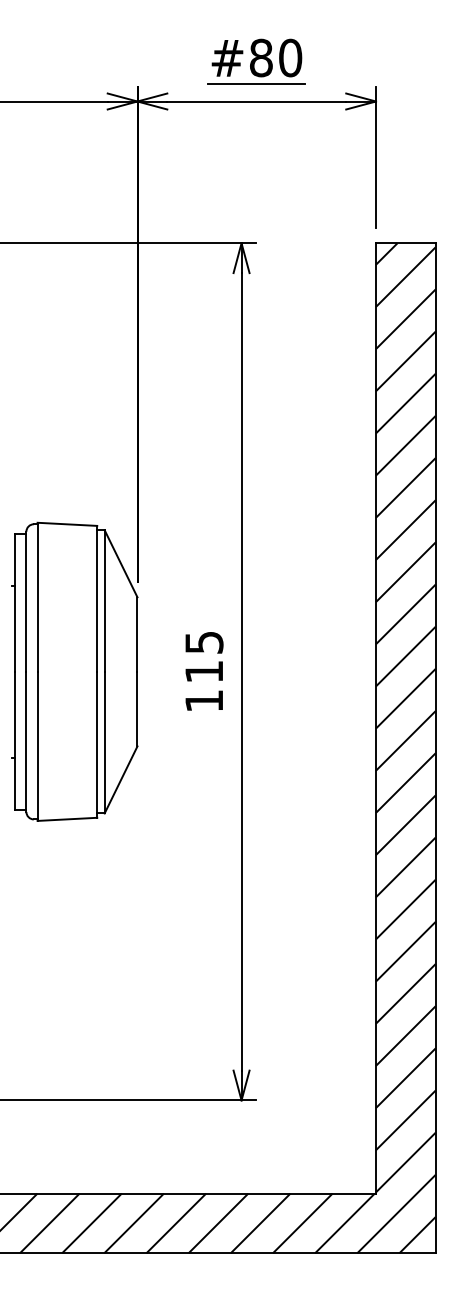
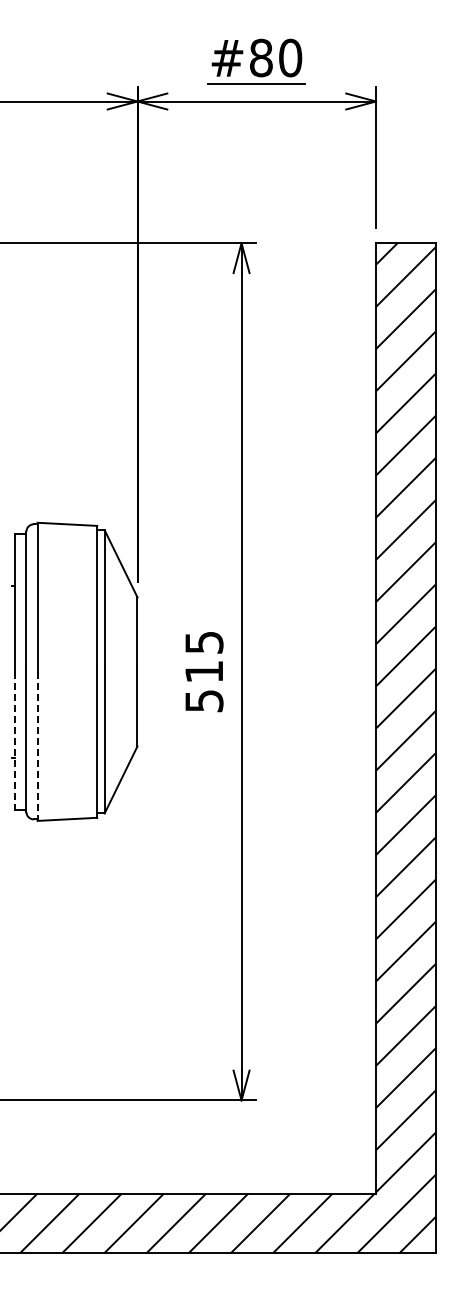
text at (204, 701): 115 -> 515
line at (15, 740): solid -> dashed
line at (37, 746): solid -> dashed
